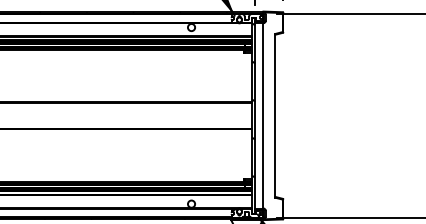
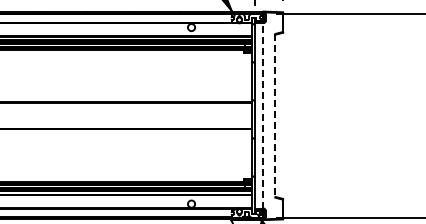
line at (263, 115): solid -> dashed
line at (275, 115): solid -> dashed
